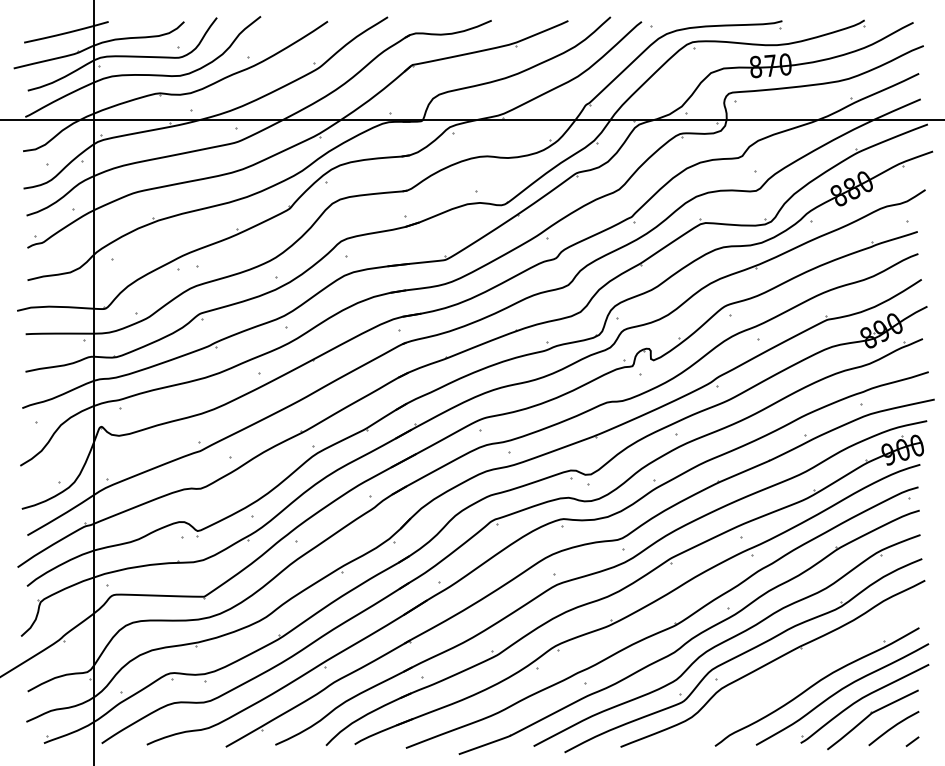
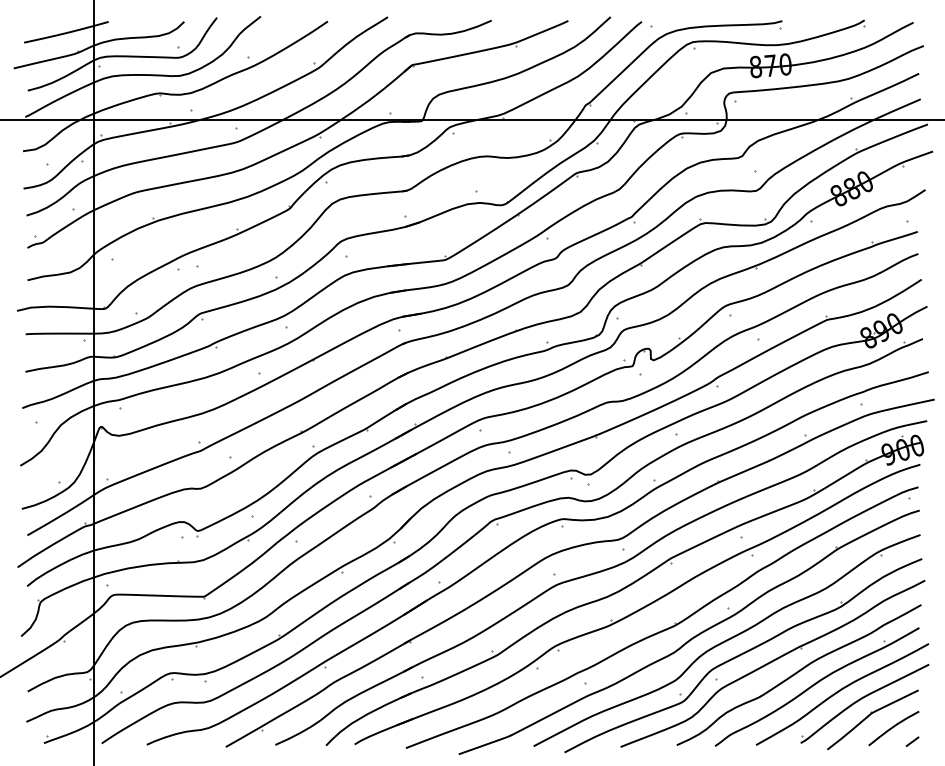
part at (798, 674): none -> present
